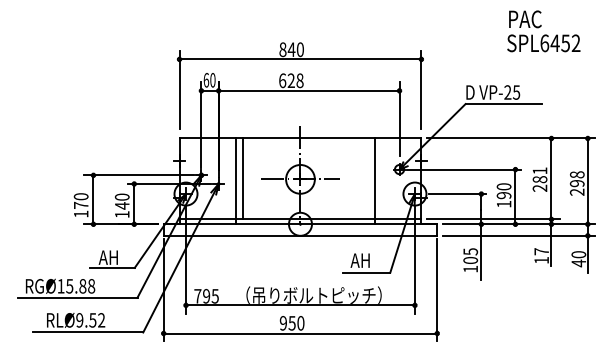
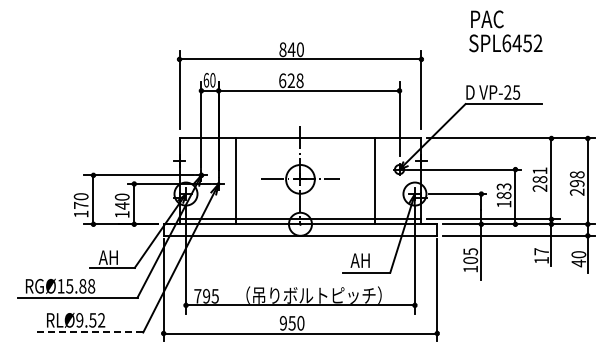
text at (543, 31) position: (543, 31) -> (505, 31)
line at (243, 178): present -> none
text at (503, 191): 190 -> 183
line at (87, 332): solid -> dashed
